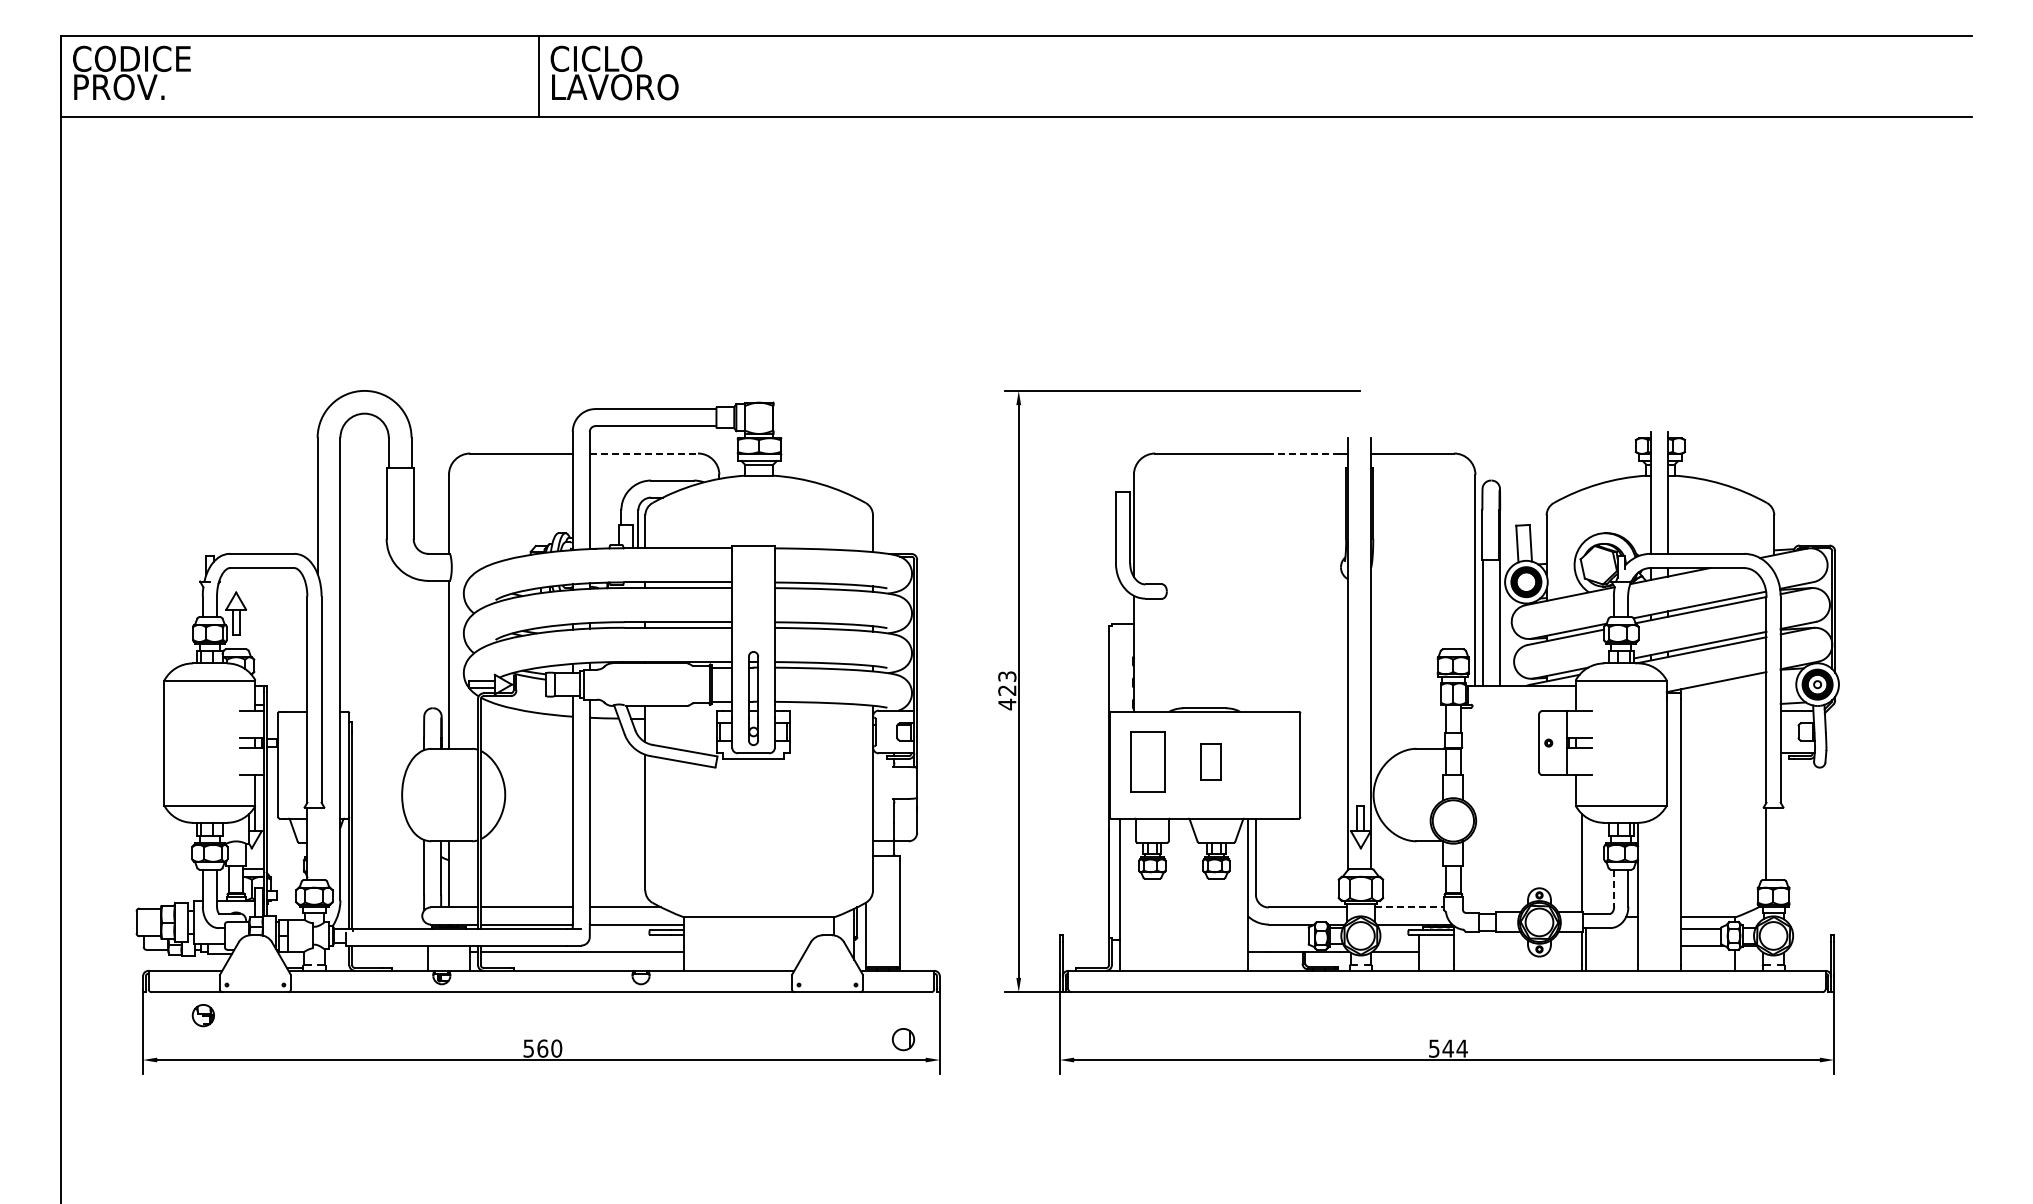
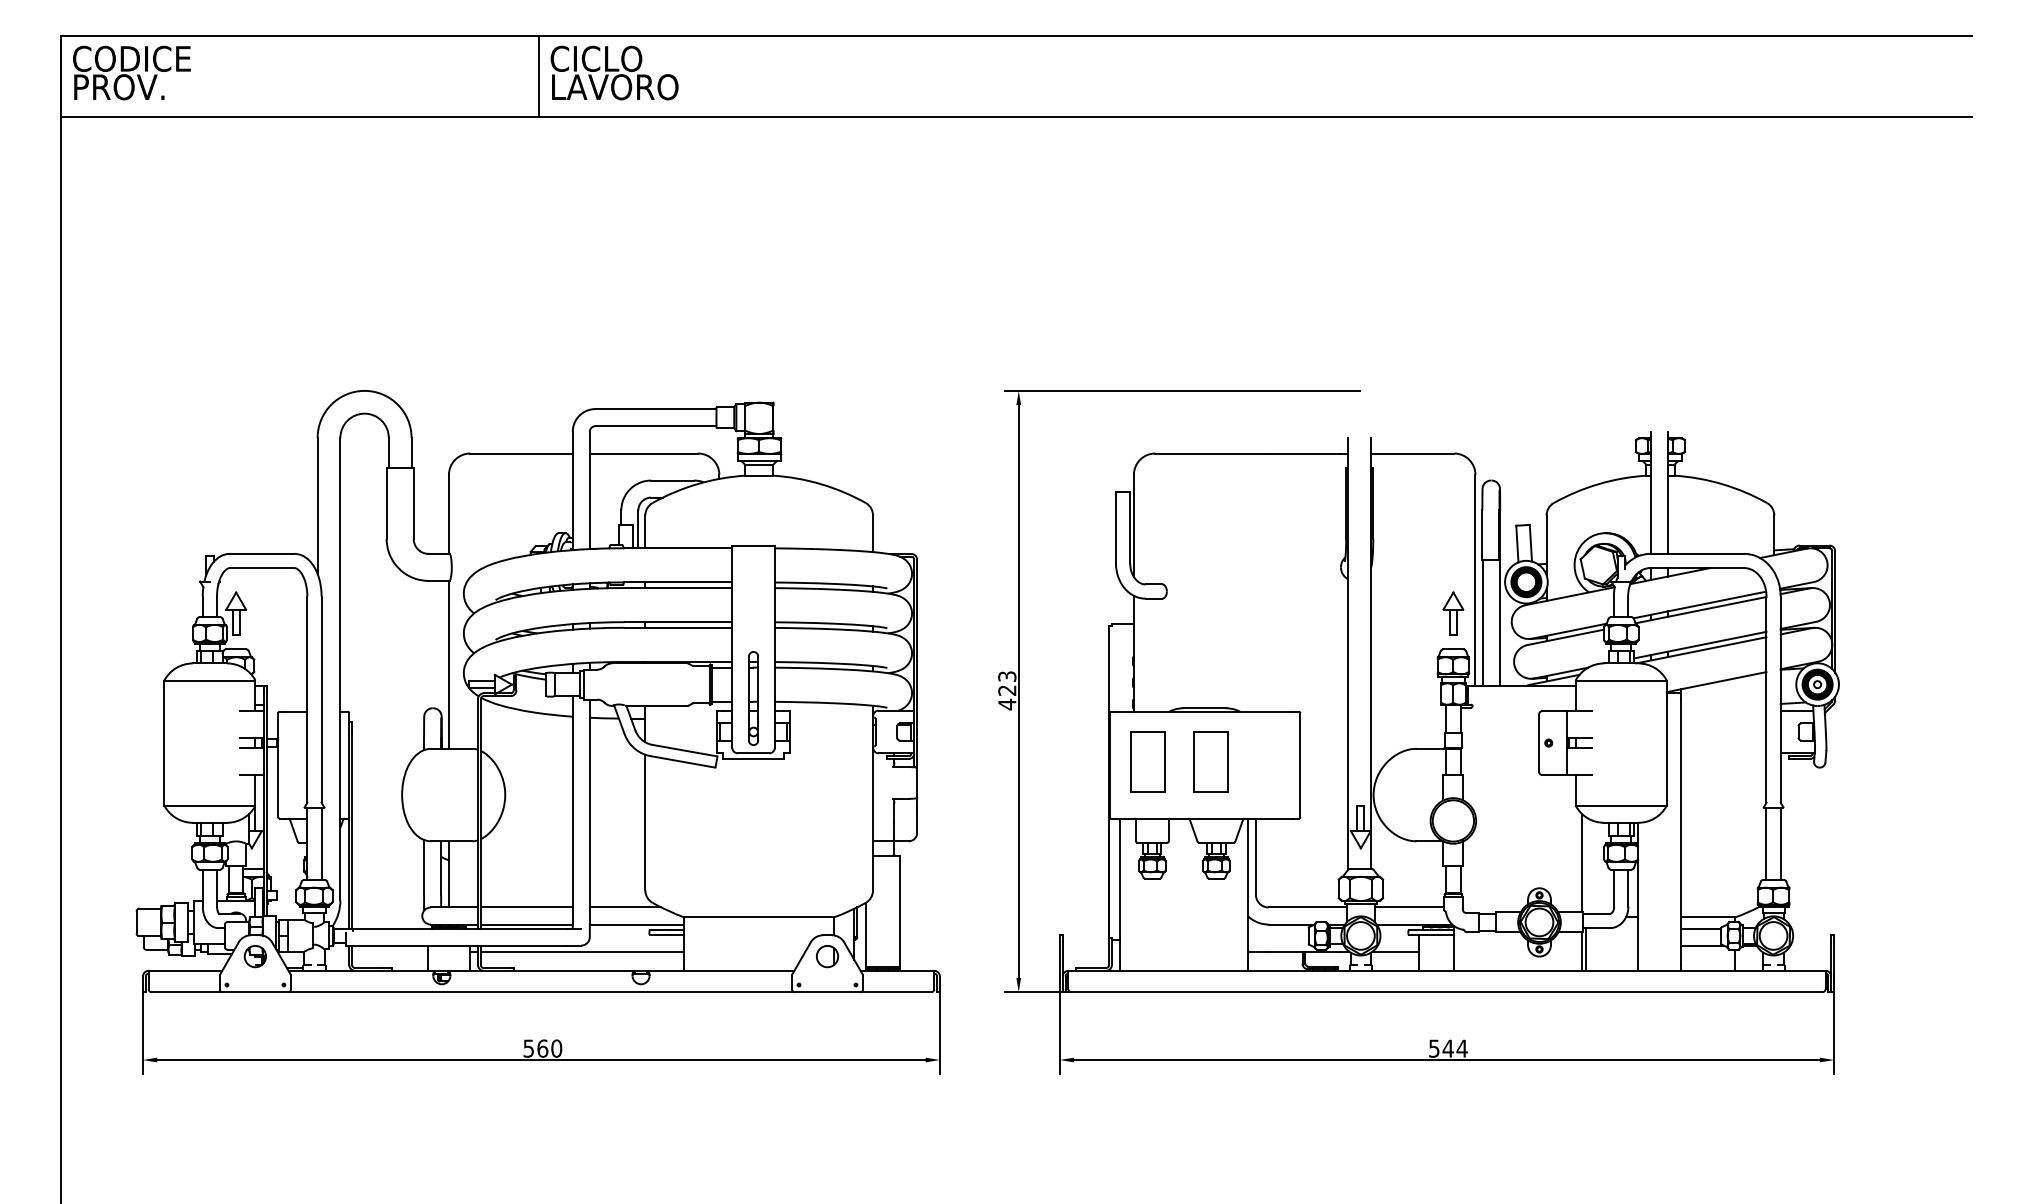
line at (644, 453): dashed -> solid
line at (1304, 453): dashed -> solid
part at (1453, 613): none -> present
part at (1210, 761) size: 22x38 px -> 36x62 px
line at (321, 843): none -> present
line at (1780, 843): none -> present
line at (1614, 888): dashed -> solid
line at (1409, 907): dashed -> solid
part at (202, 1015) position: (202, 1015) -> (254, 956)
part at (903, 1039) position: (903, 1039) -> (827, 956)
